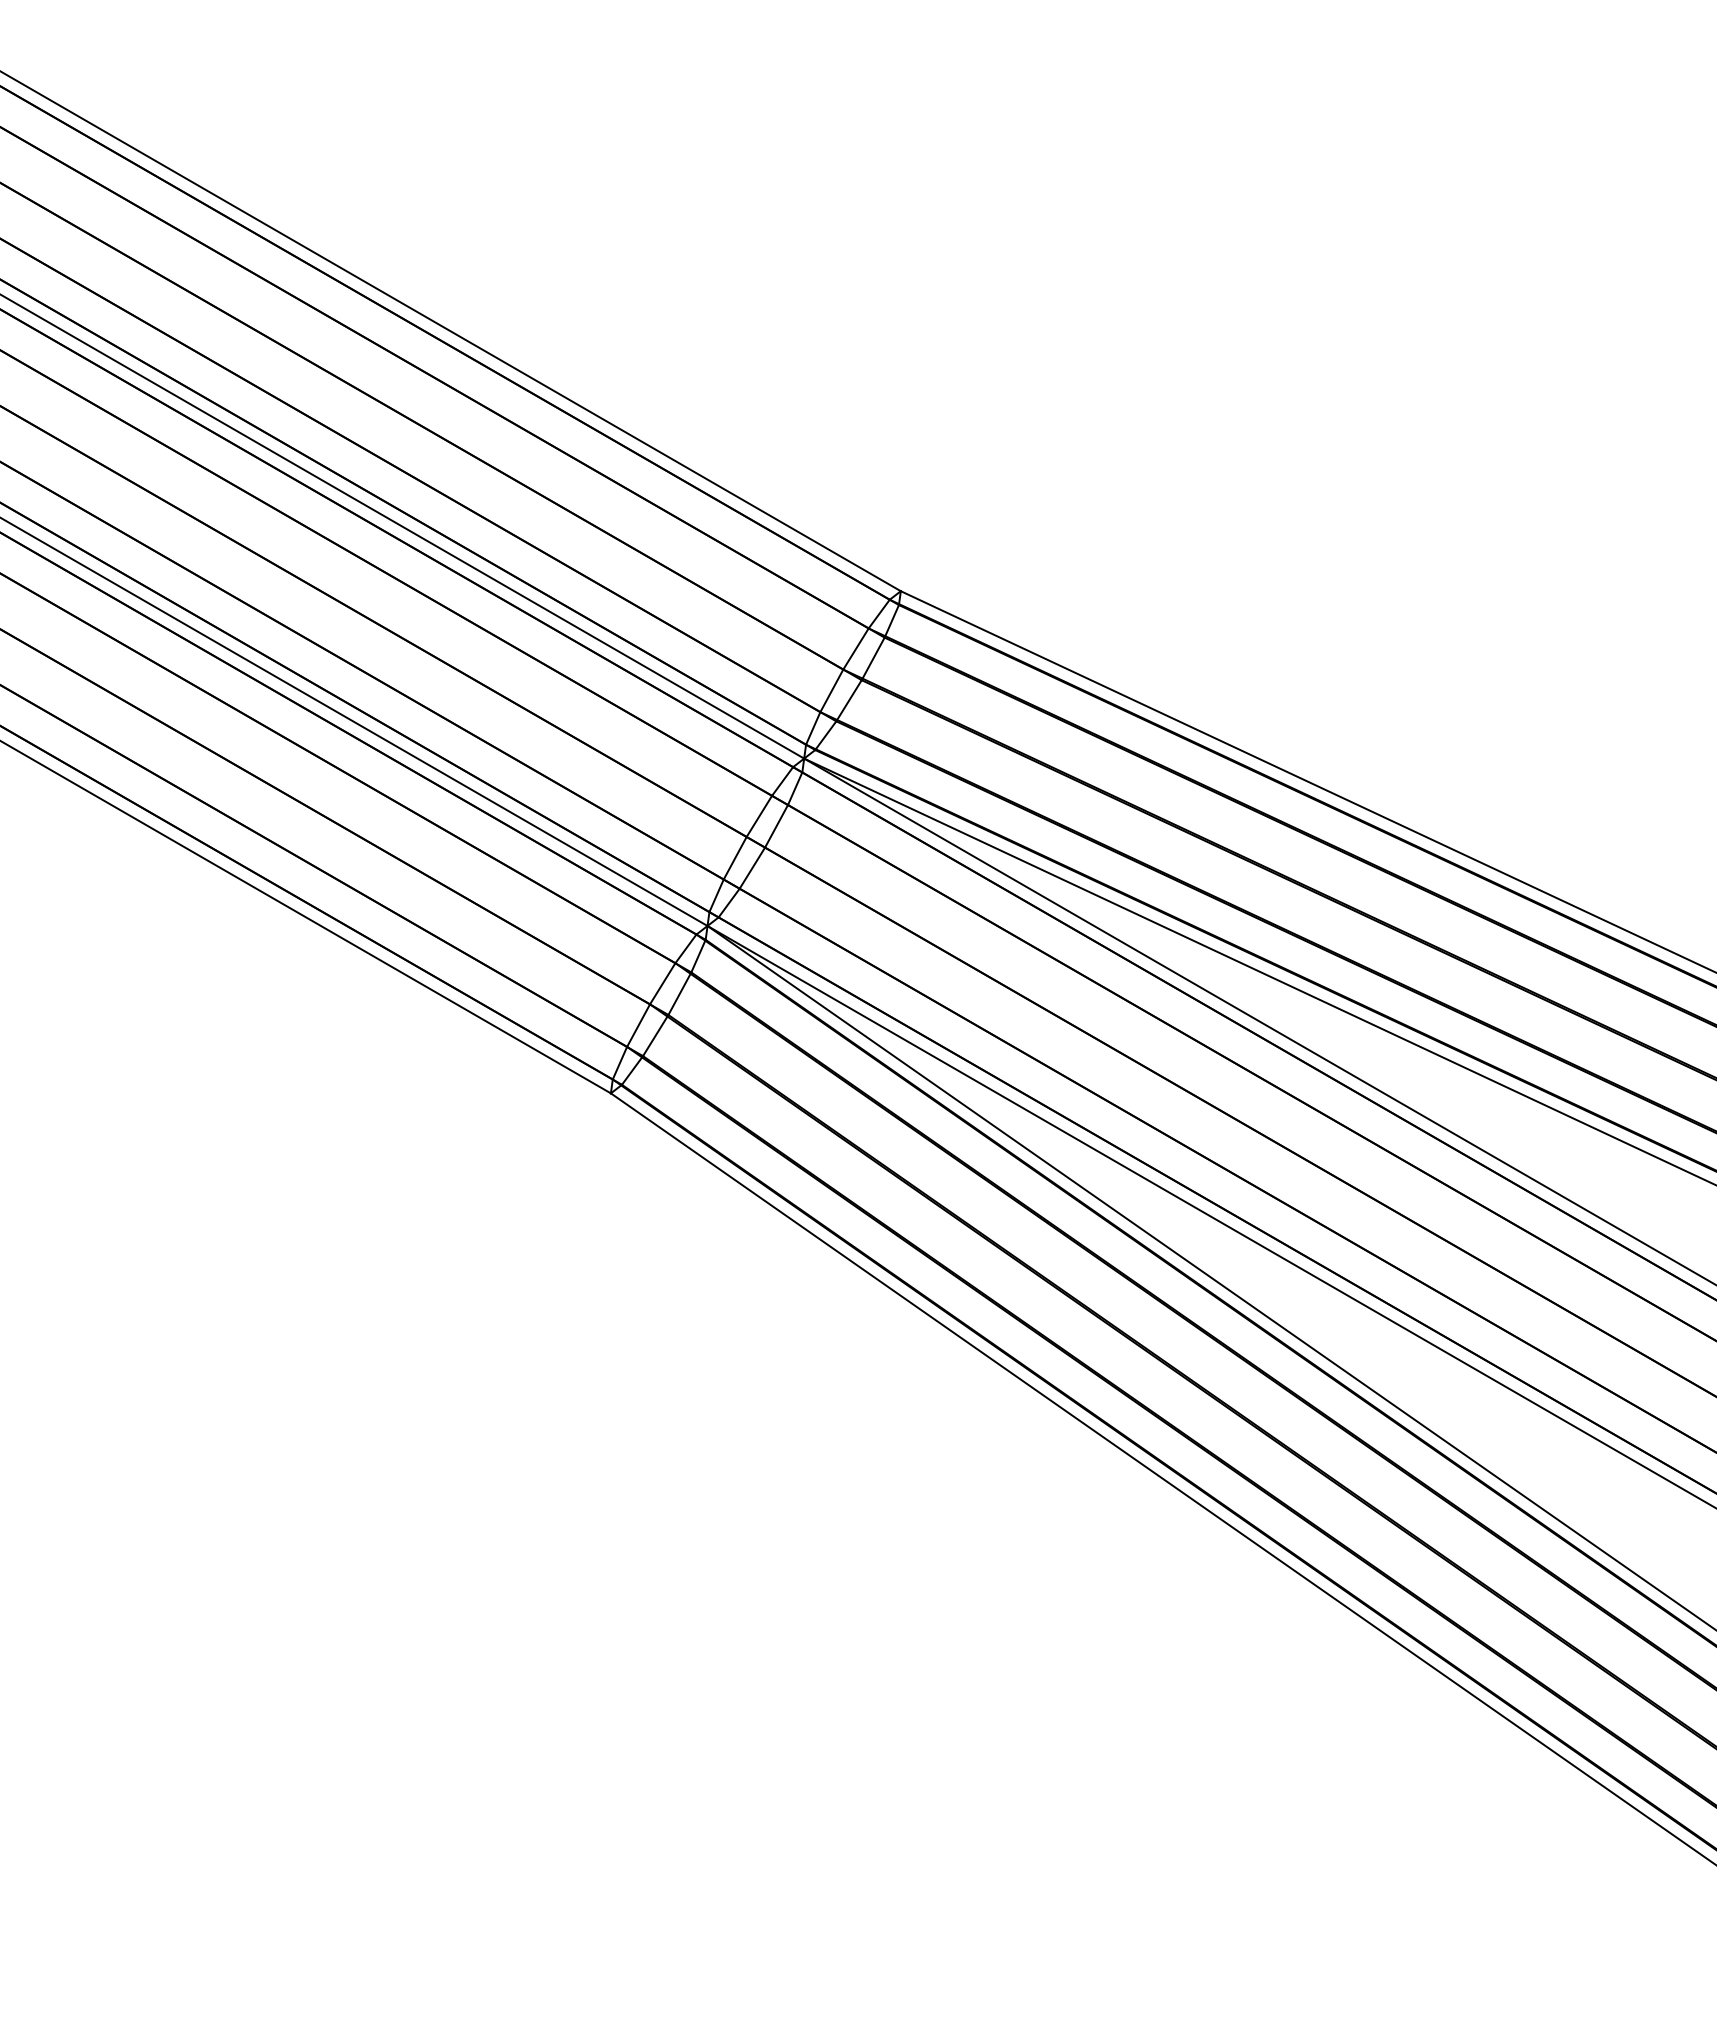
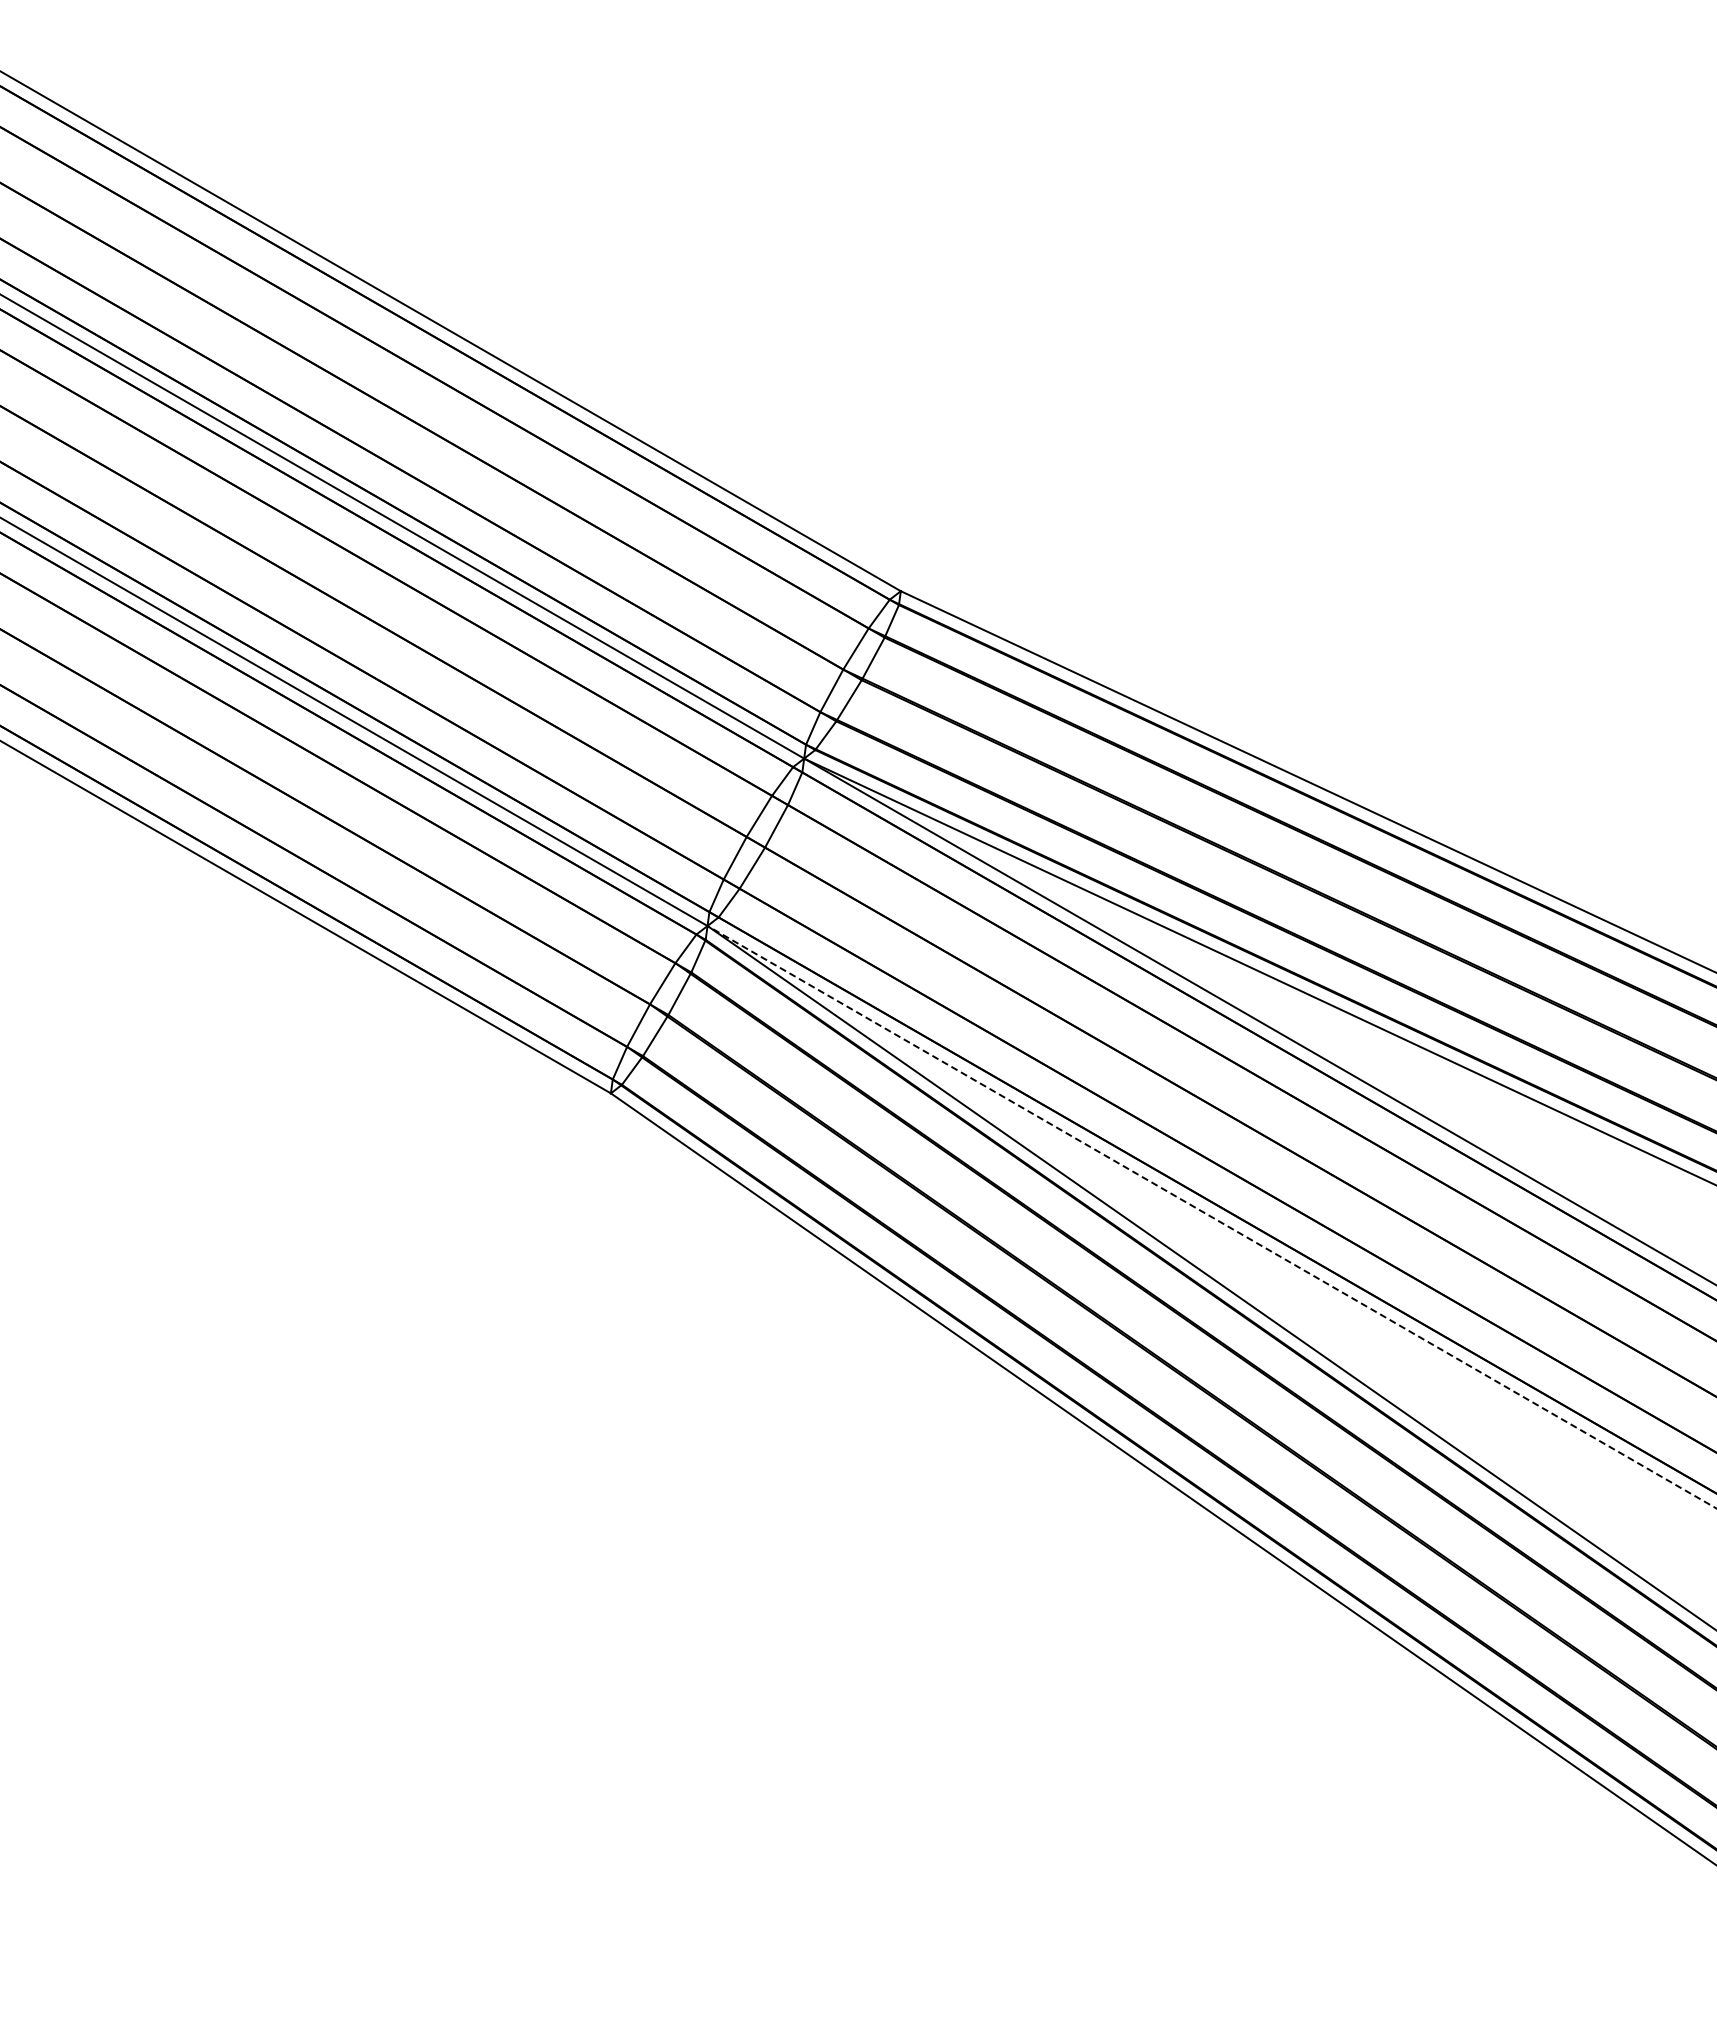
line at (1211, 1216): solid -> dashed
